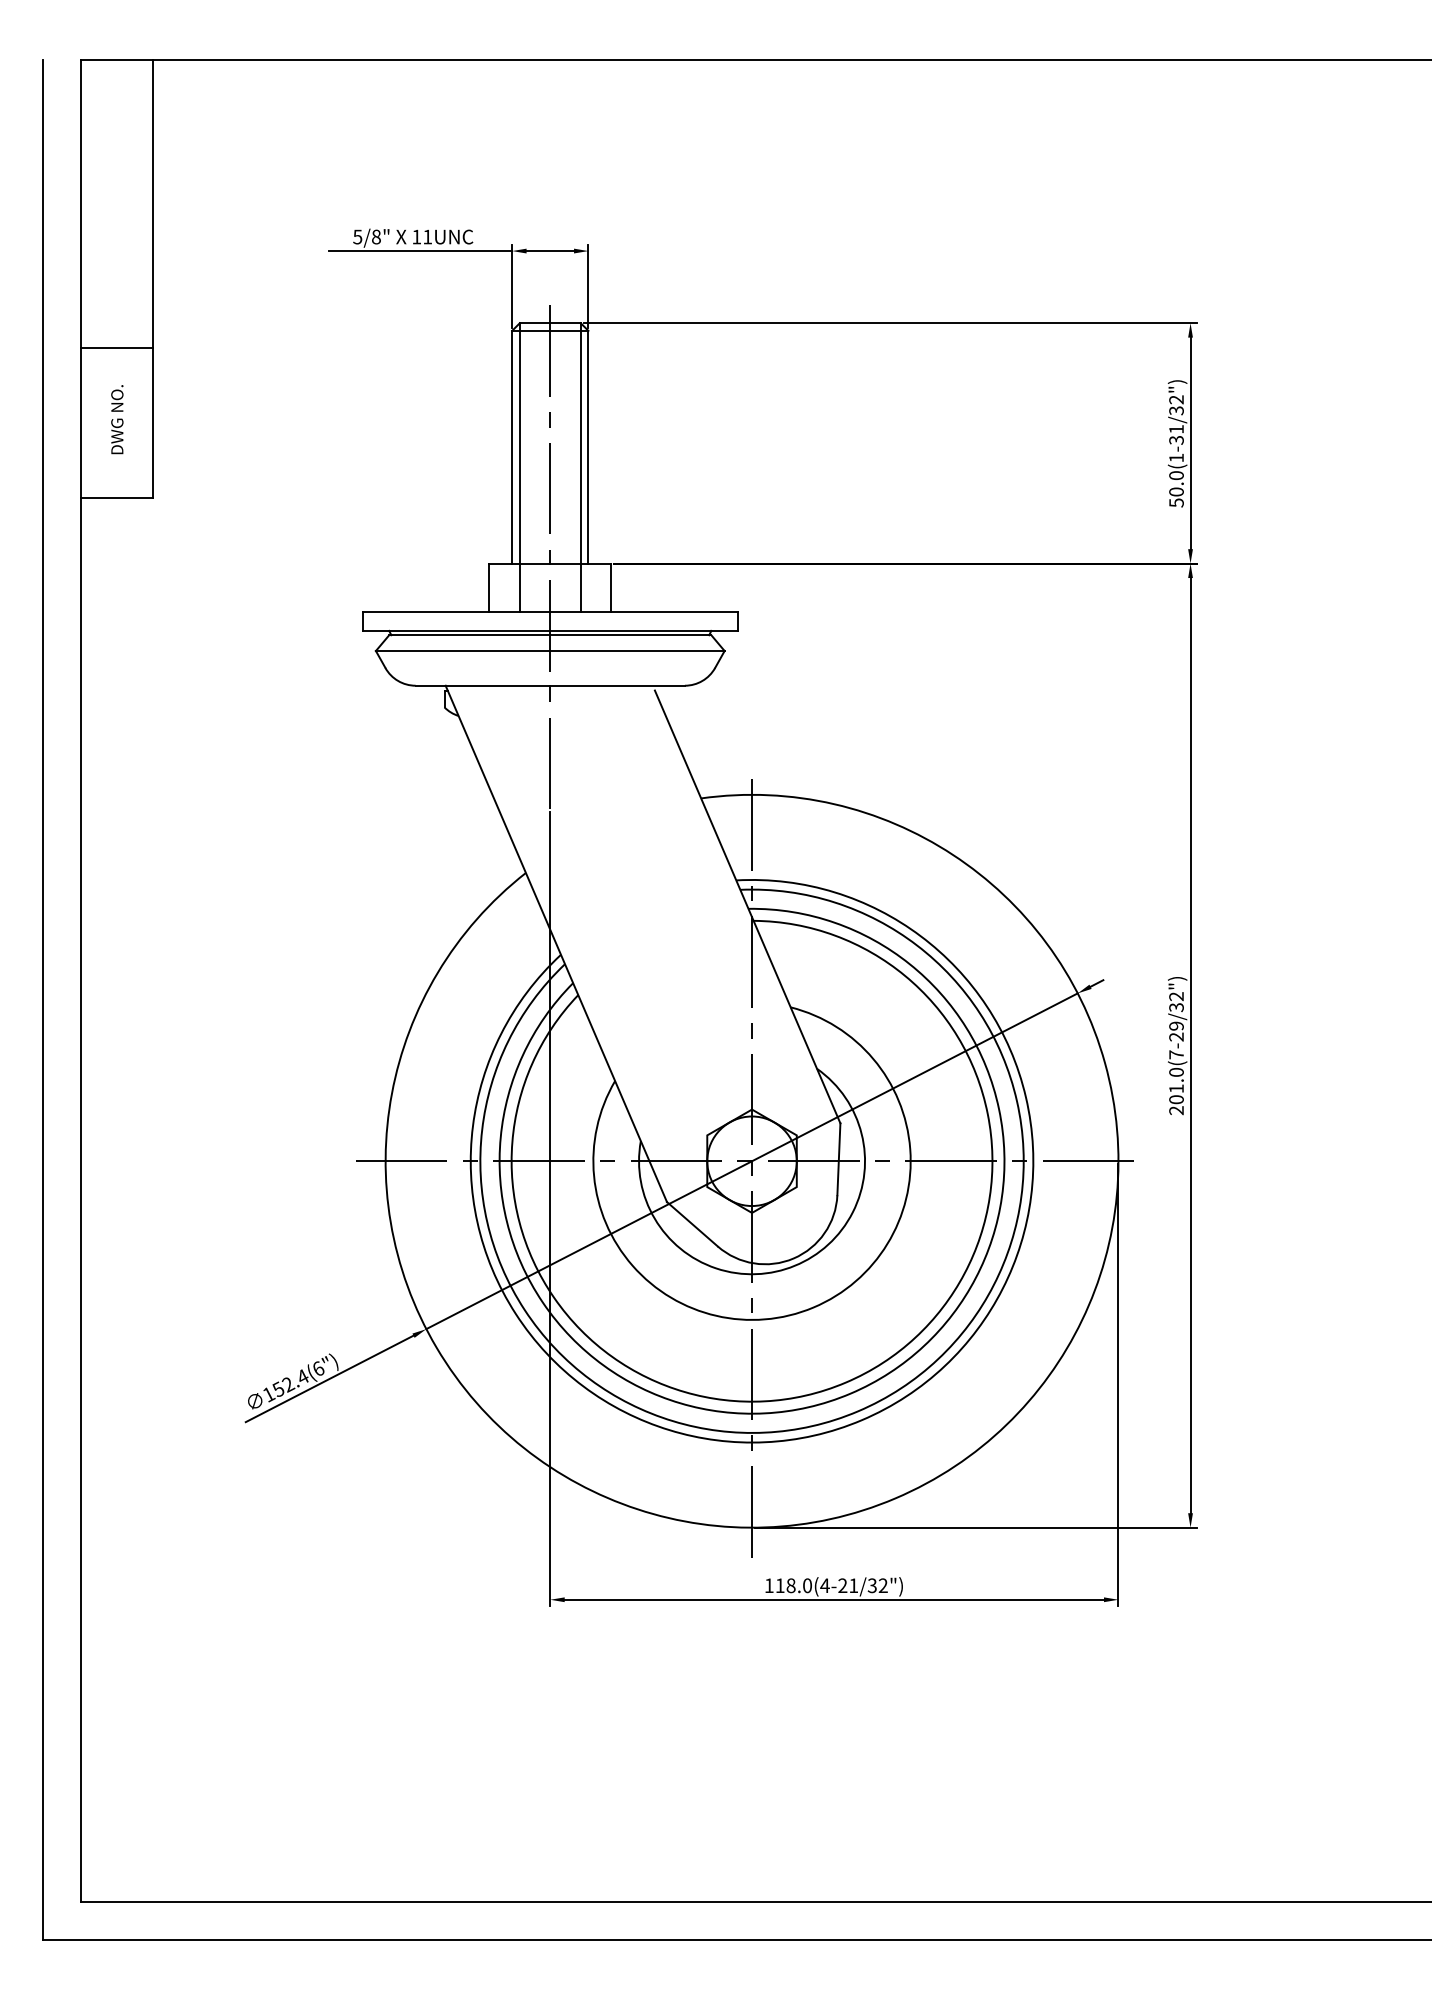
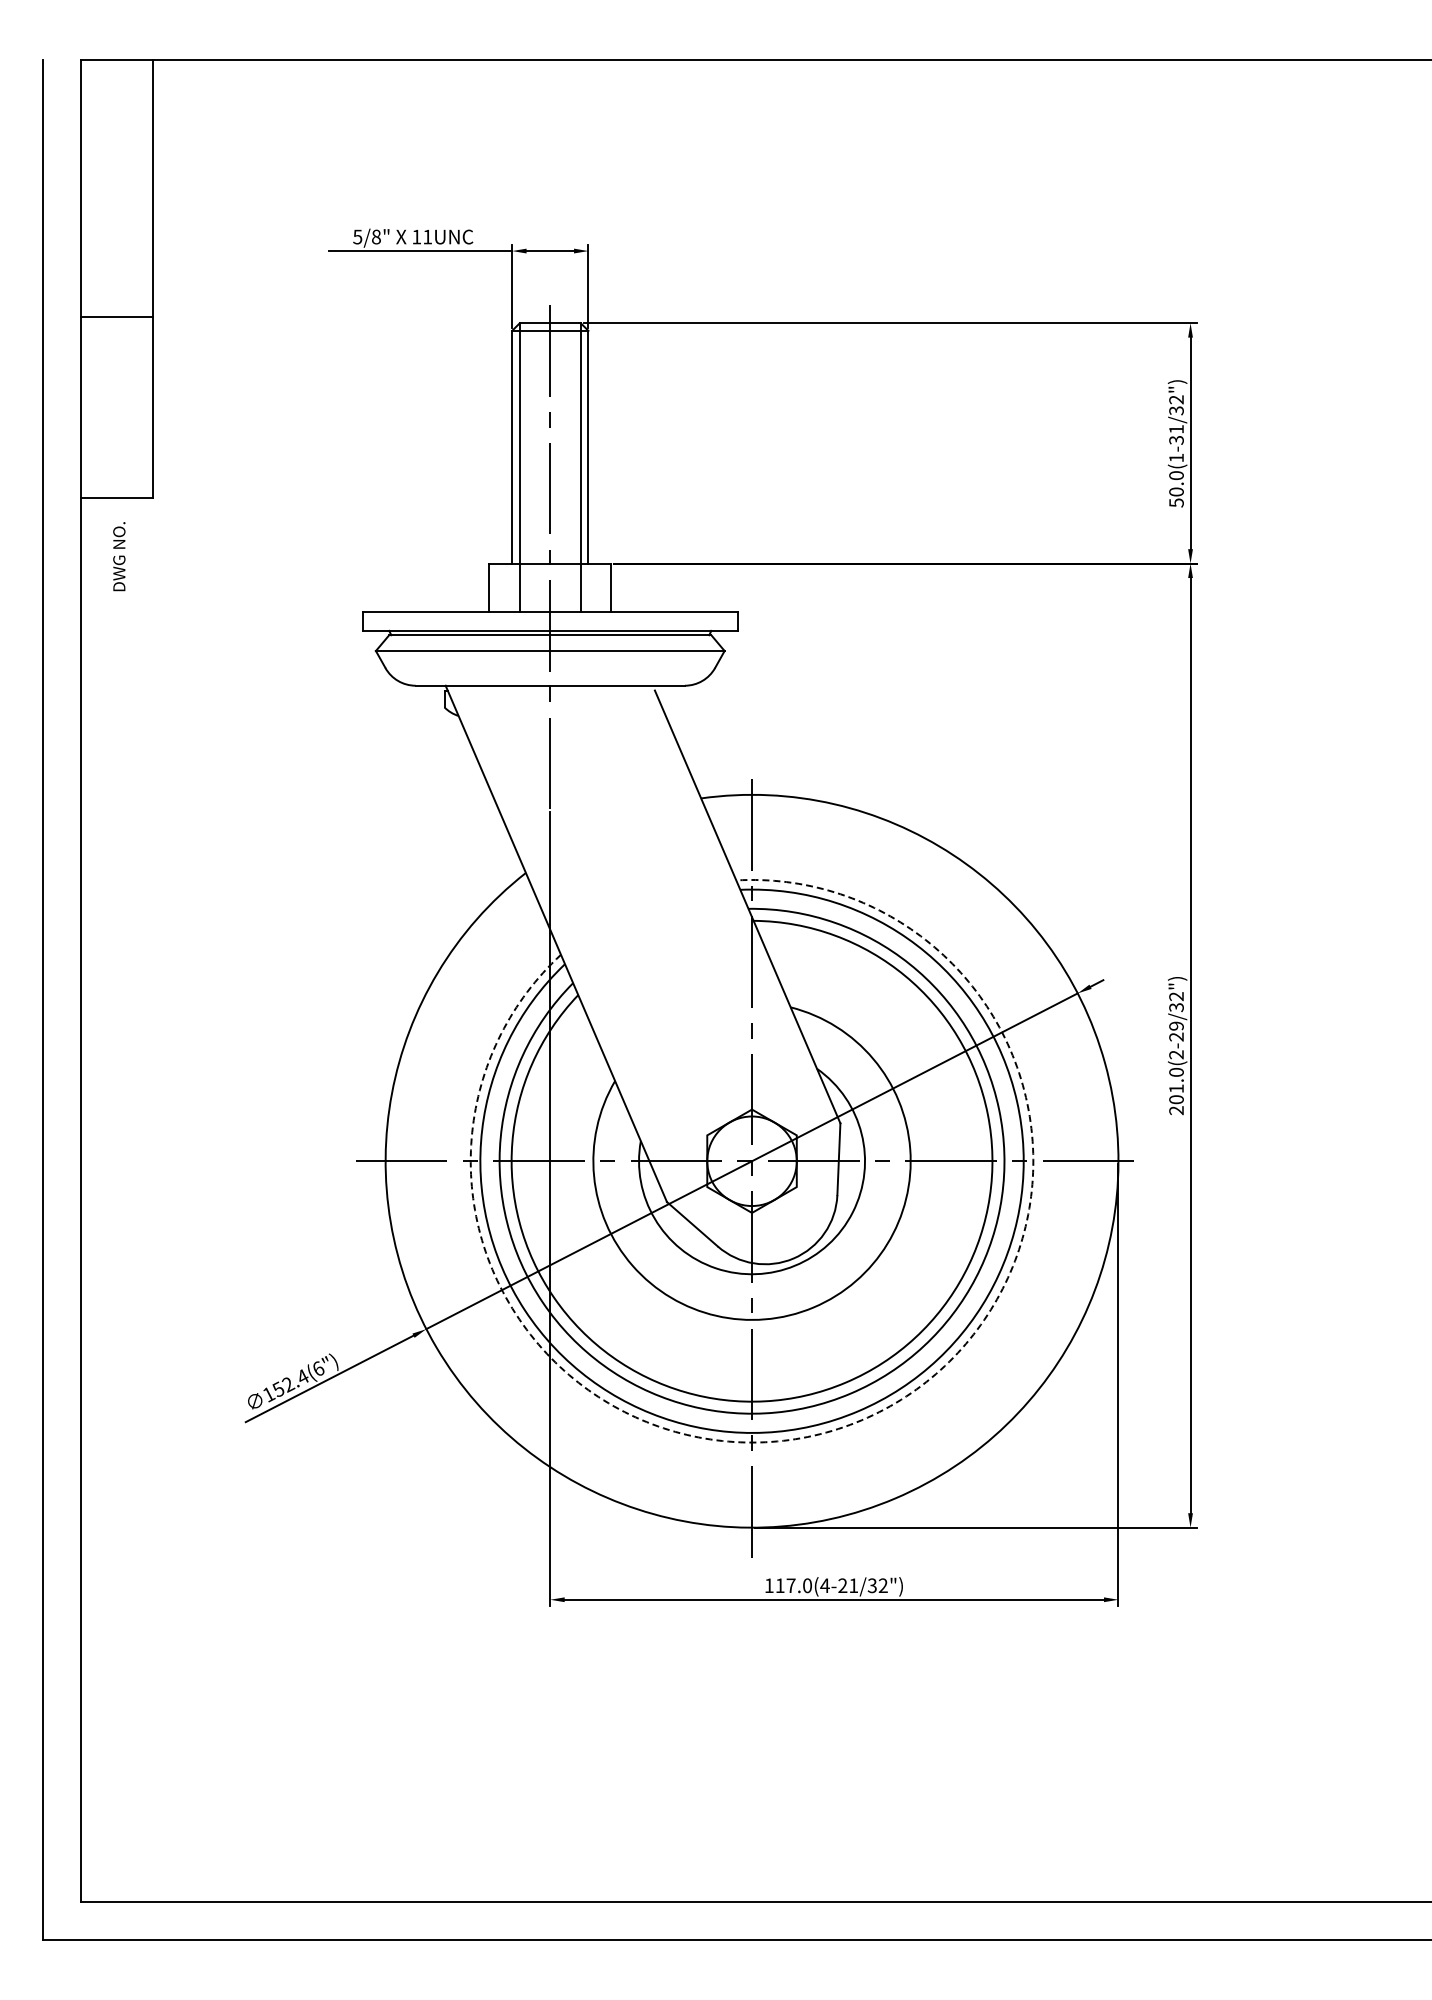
line at (117, 348) position: (117, 348) -> (117, 317)
text at (117, 419) position: (117, 419) -> (119, 556)
text at (1176, 1054): 201.0(7-29/32") -> 201.0(2-29/32")
arc at (861, 1420): solid -> dashed
text at (790, 1585): 118.0(4-21/32") -> 117.0(4-21/32")
